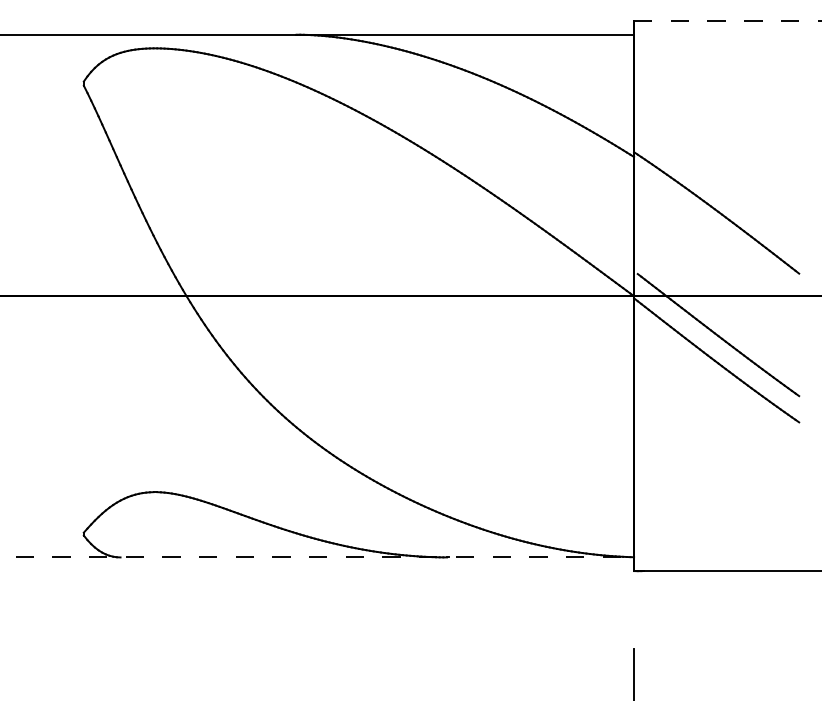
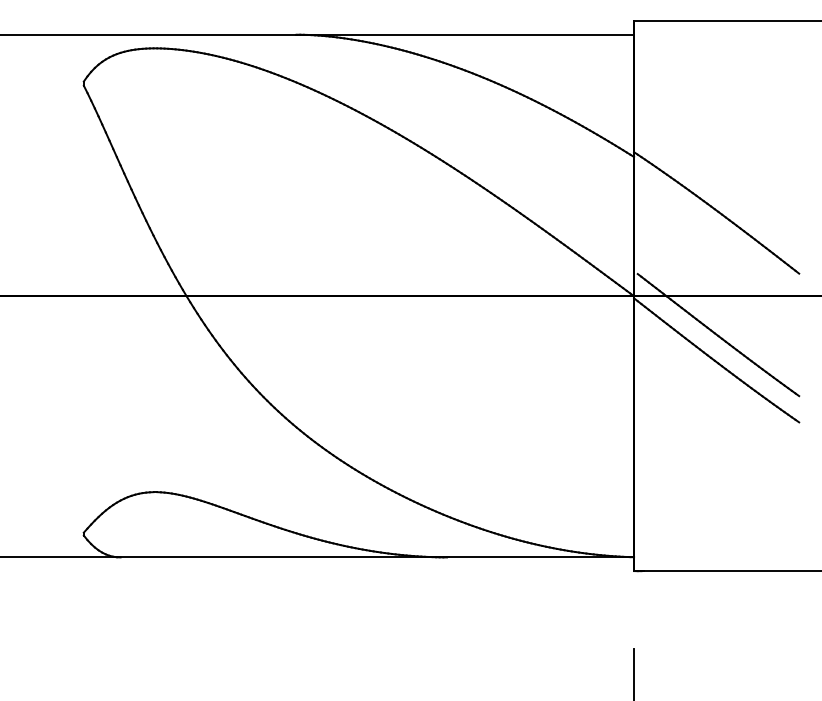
line at (728, 20): dashed -> solid
line at (317, 557): dashed -> solid
